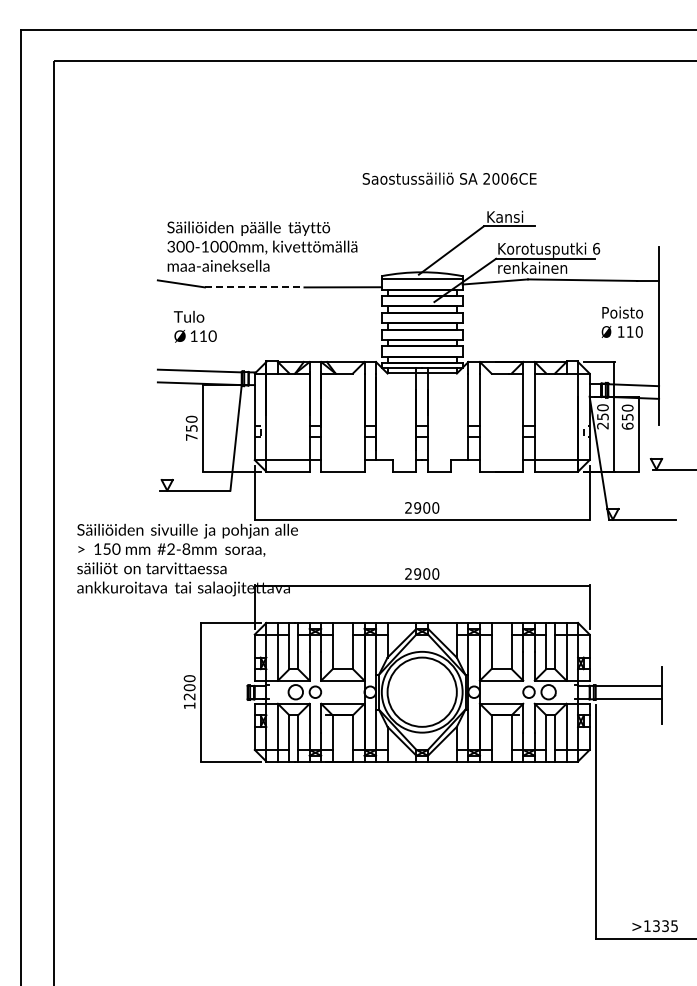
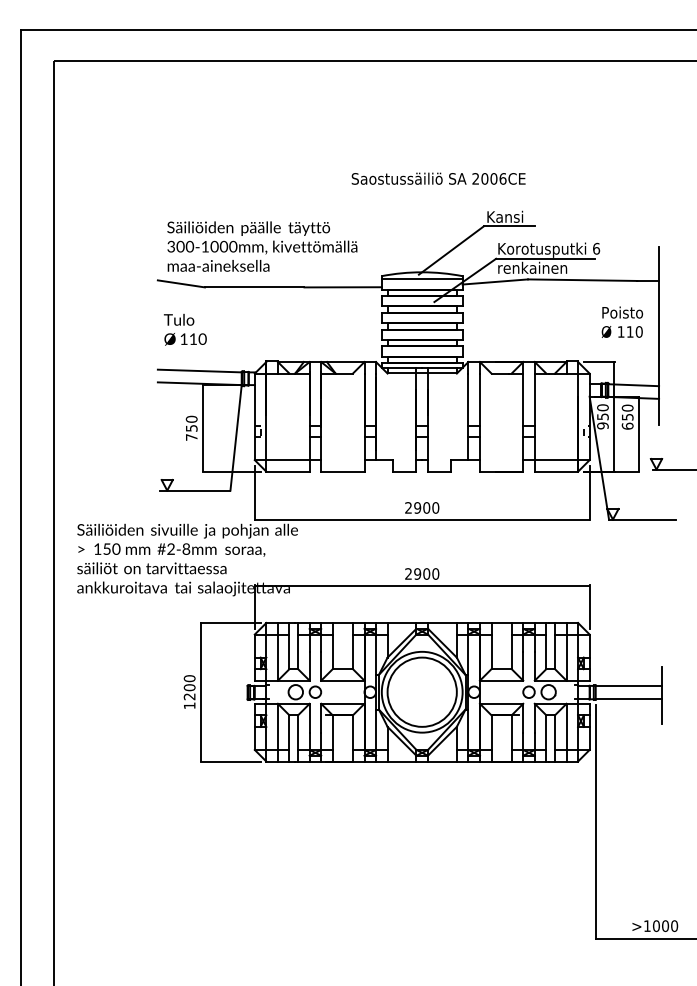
text at (449, 178) position: (449, 178) -> (438, 178)
line at (254, 287): dashed -> solid
text at (195, 326) position: (195, 326) -> (185, 329)
text at (602, 425): 250 -> 950
text at (665, 926): >1335 -> >1000
